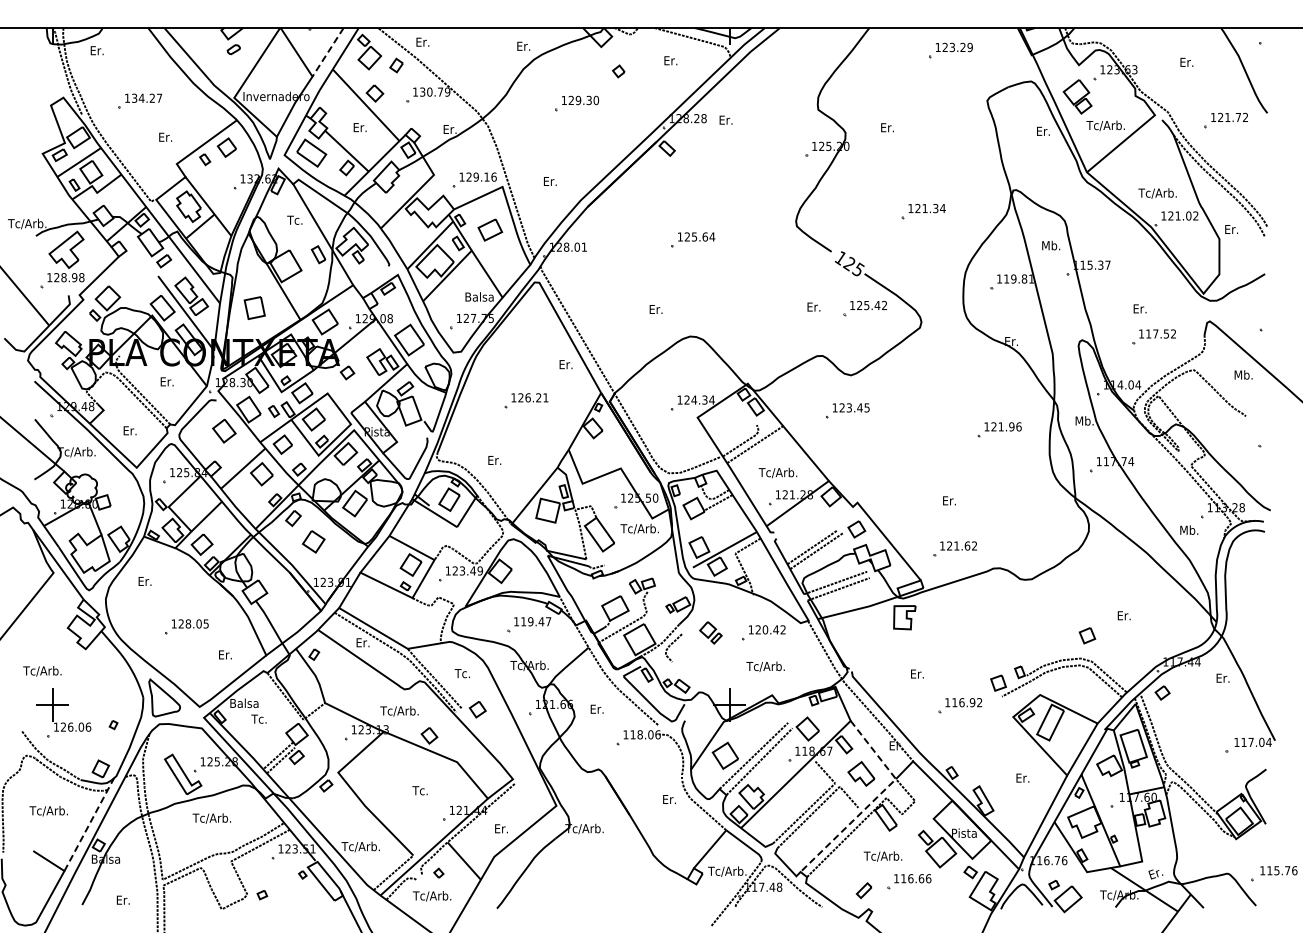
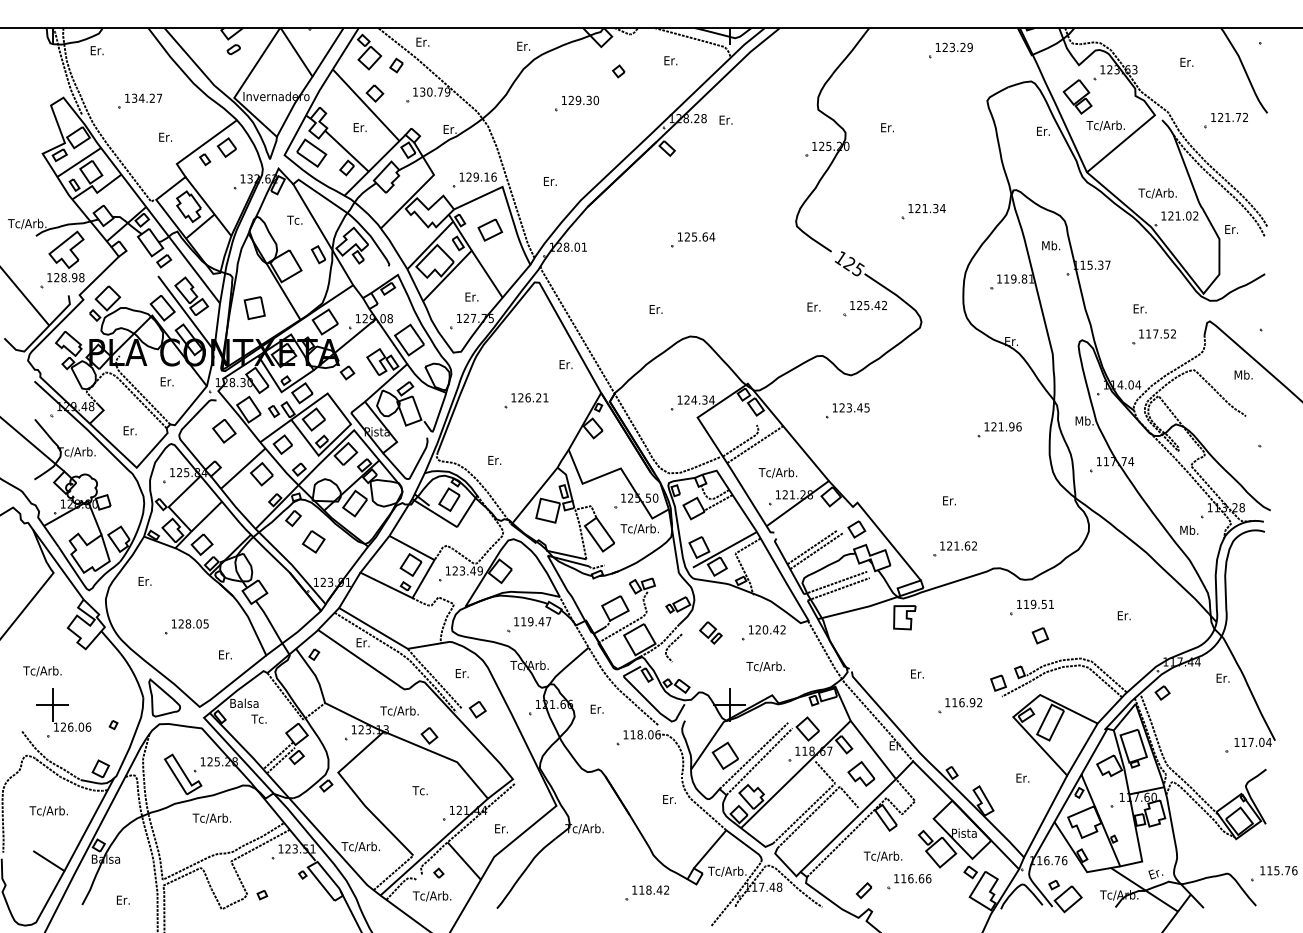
line at (328, 52): dashed -> solid
text at (481, 296): Balsa -> Er.
part at (1031, 607): none -> present
part at (1087, 635) position: (1087, 635) -> (1040, 635)
text at (461, 673): Tc. -> Er.
line at (874, 799): dashed -> solid
line at (89, 824): dashed -> solid
part at (647, 892): none -> present
